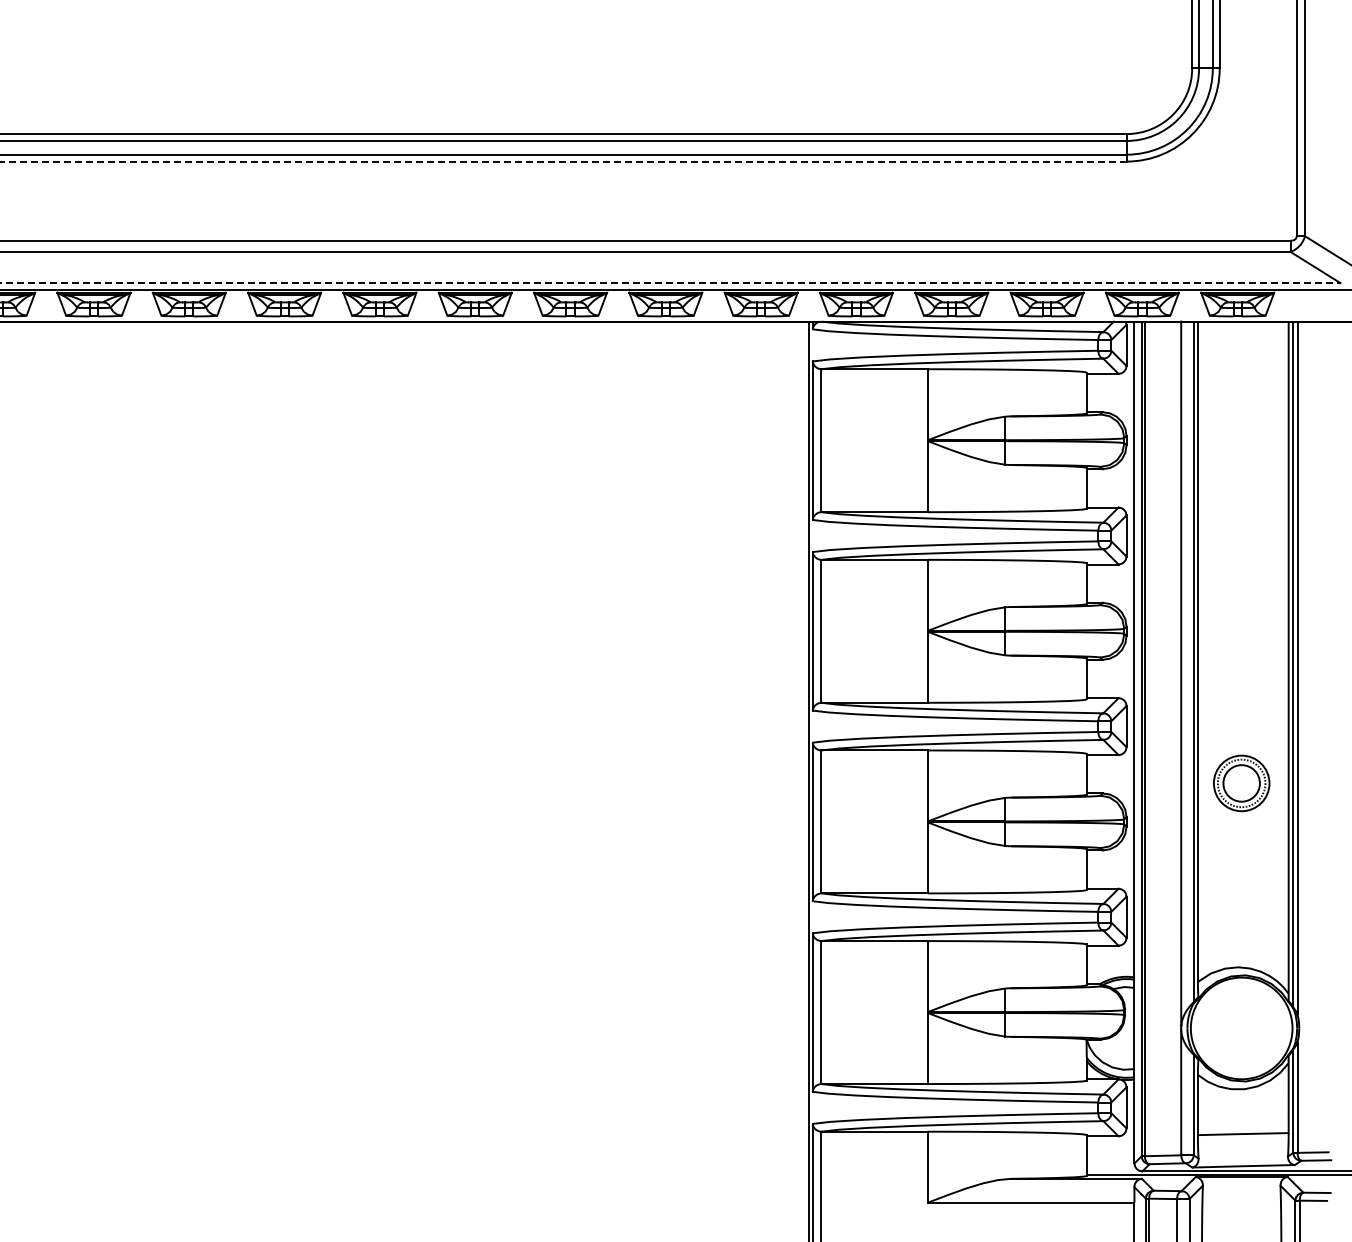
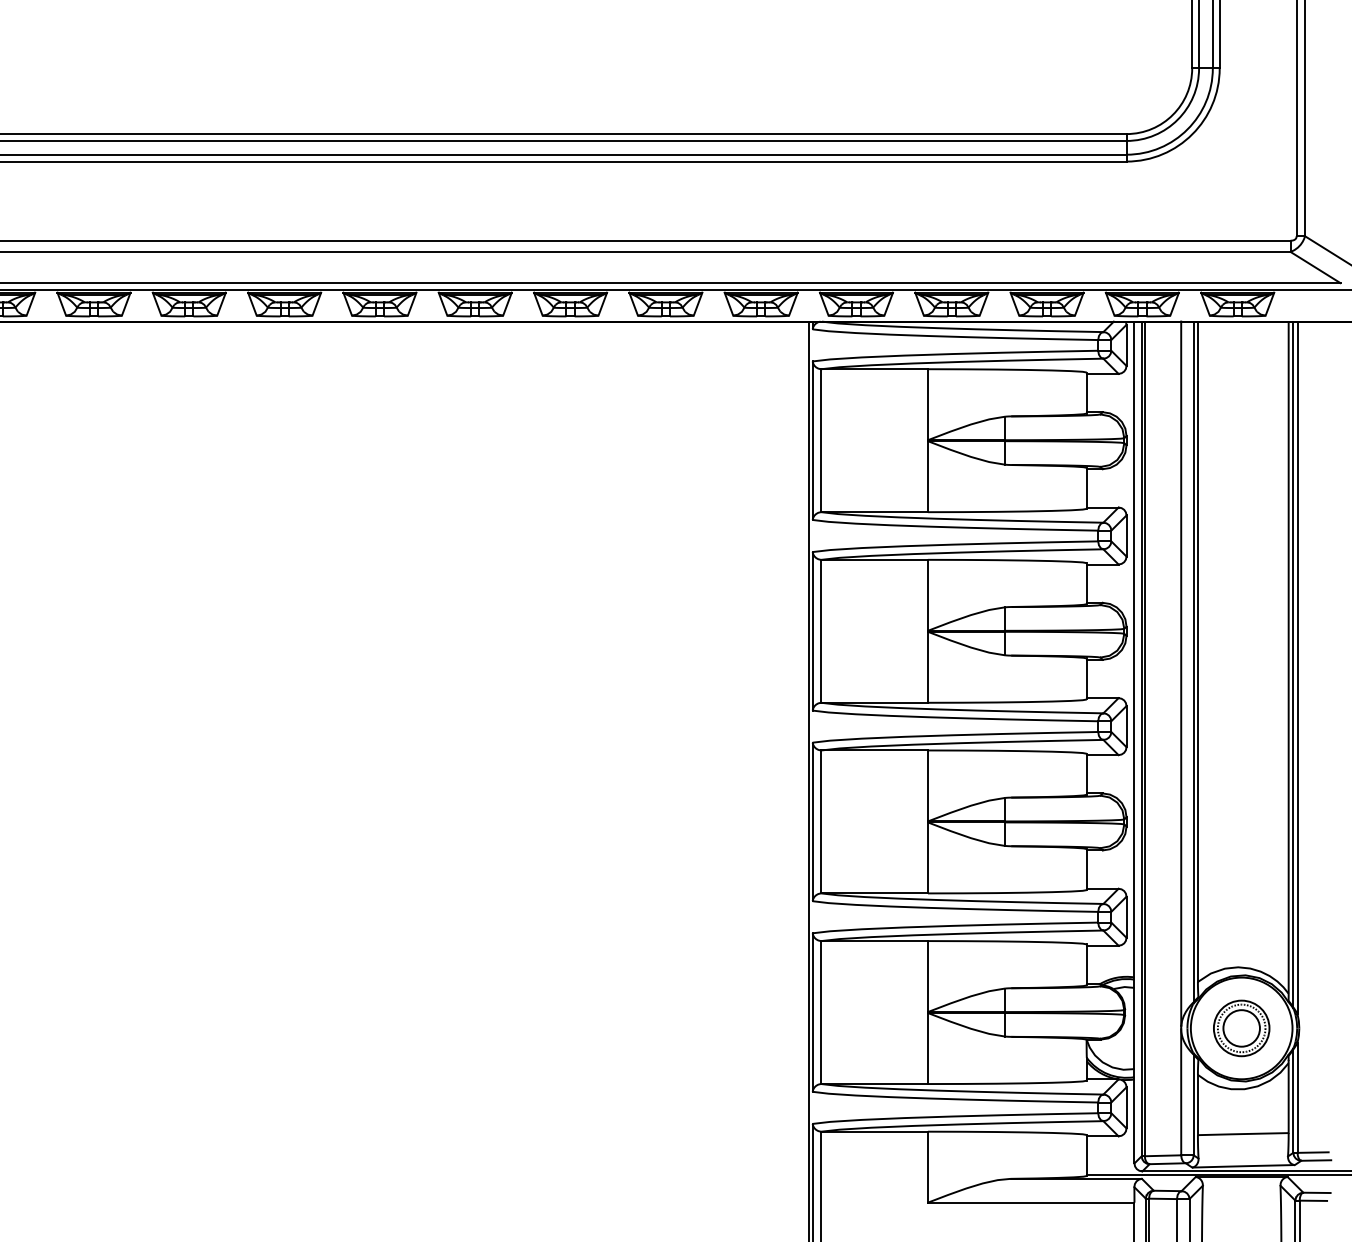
line at (563, 161): dashed -> solid
line at (670, 283): dashed -> solid
part at (1241, 783) position: (1241, 783) -> (1241, 1028)
